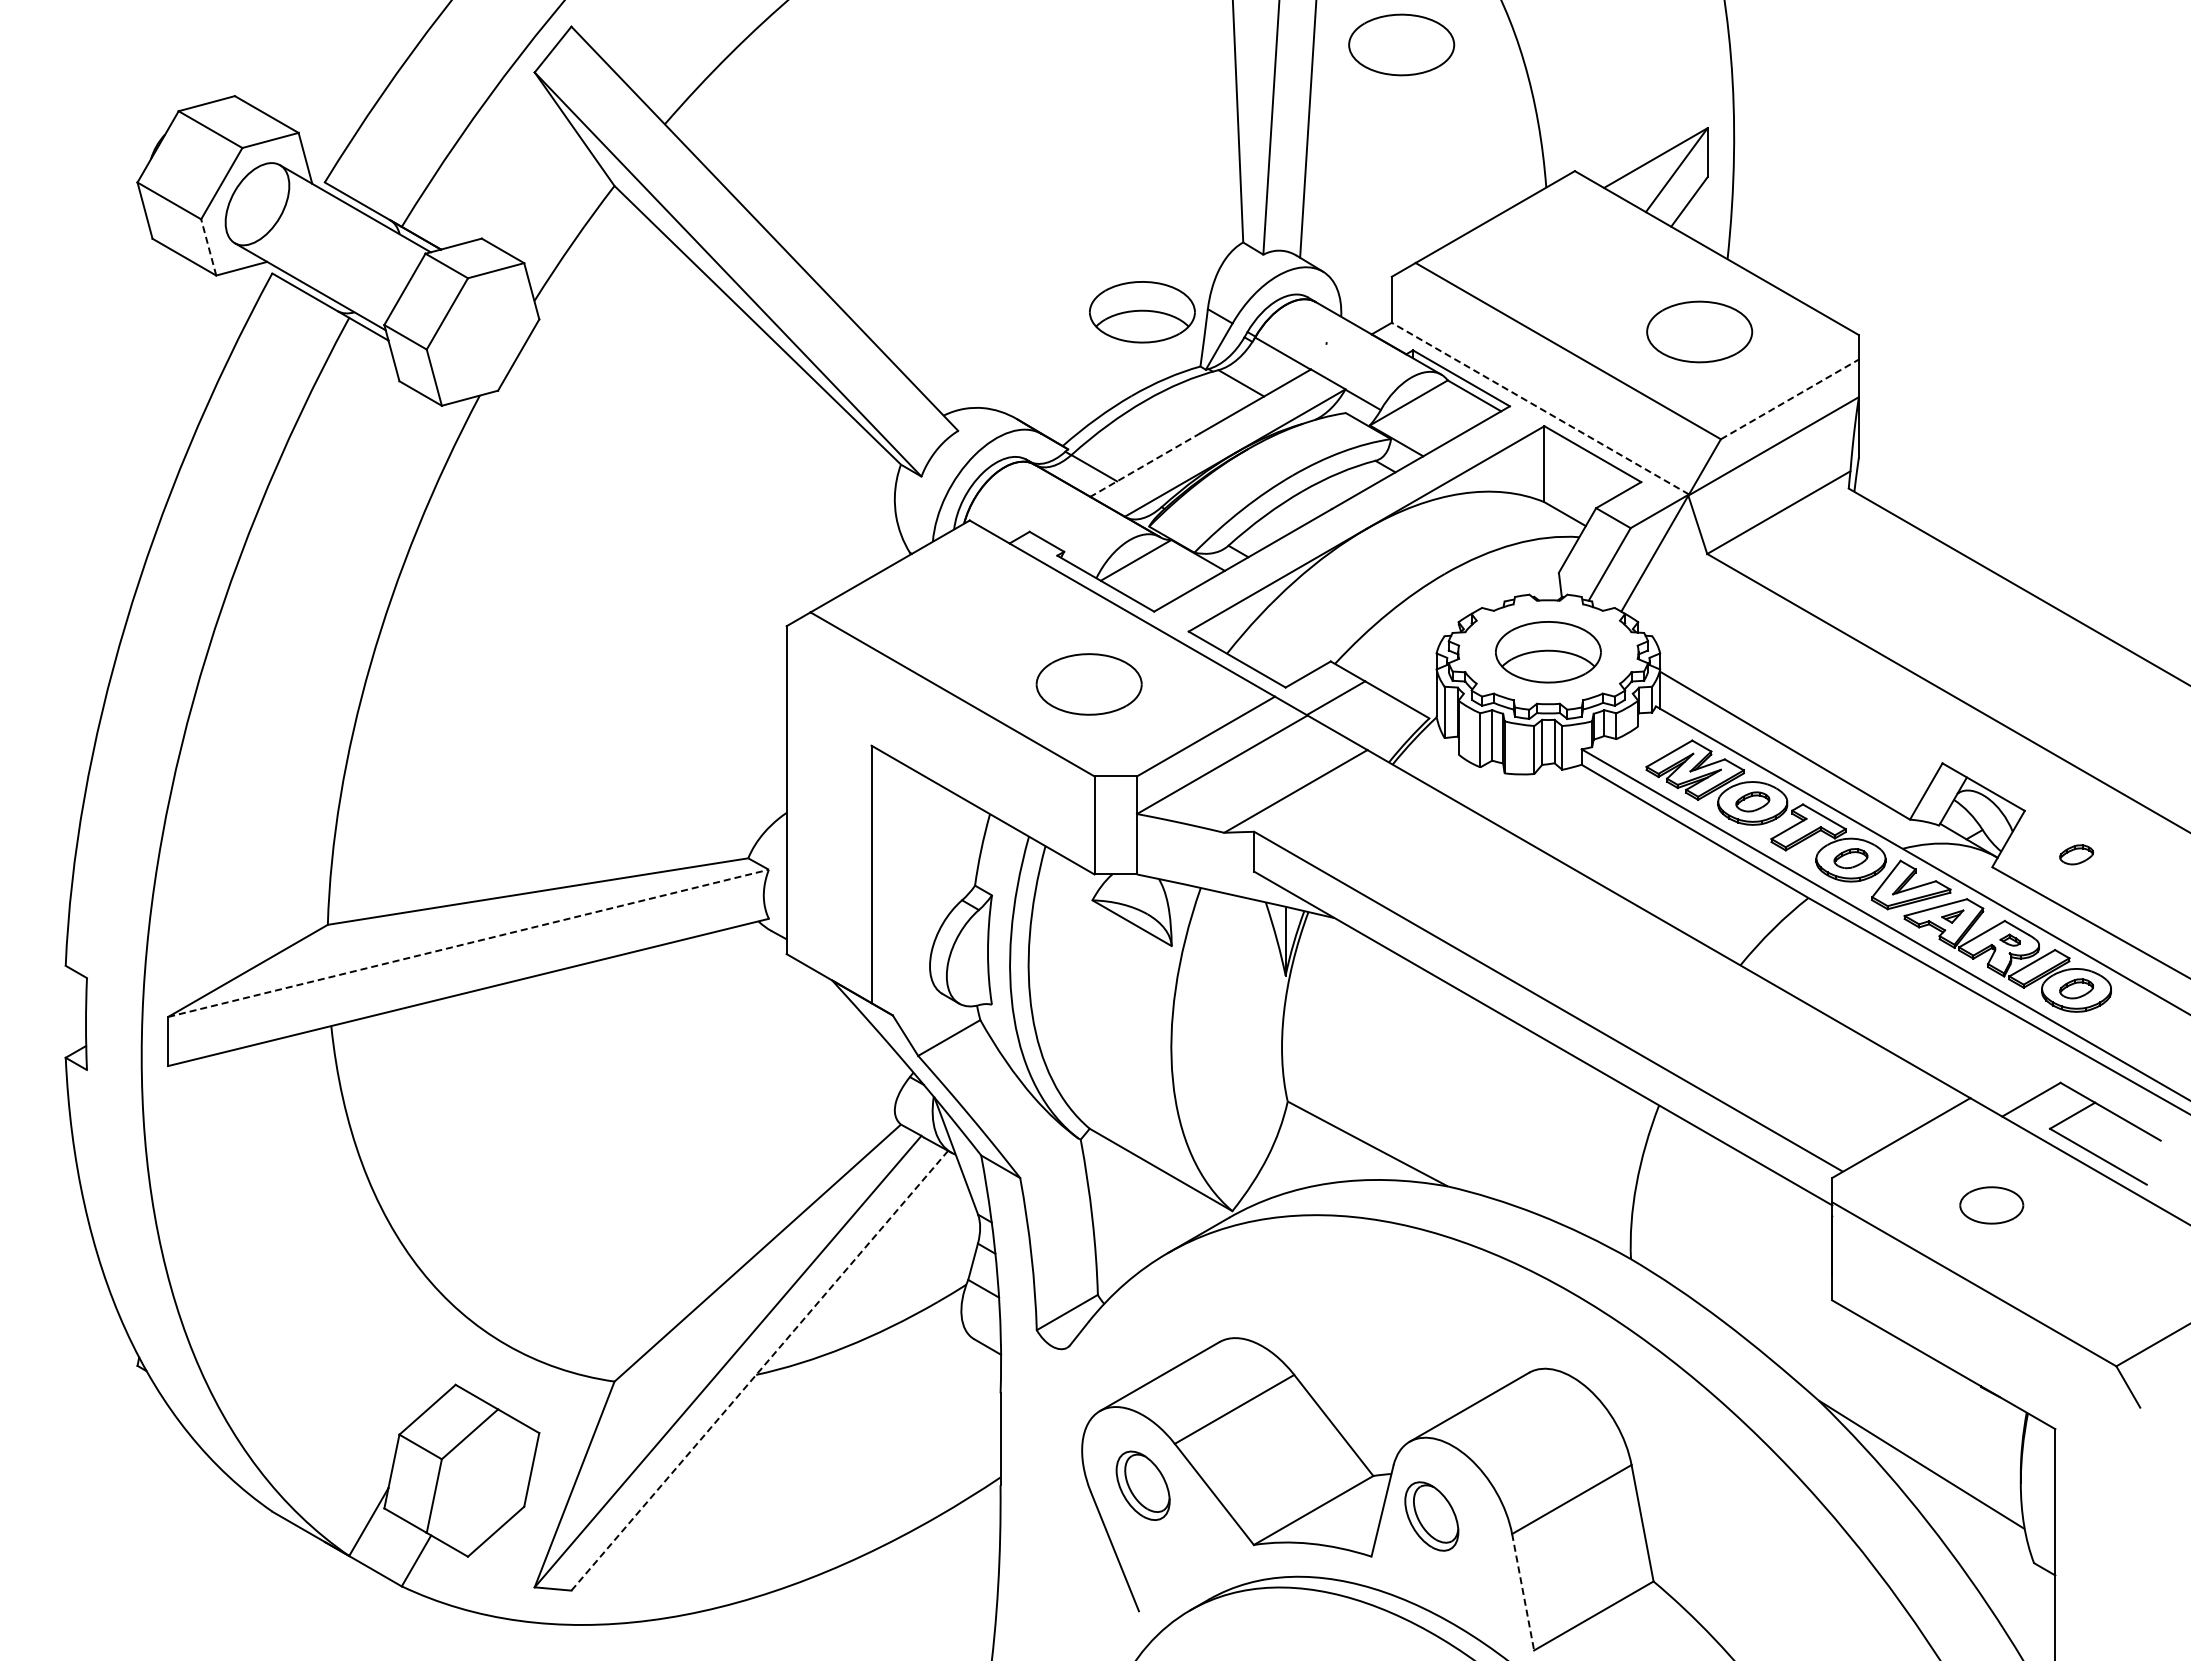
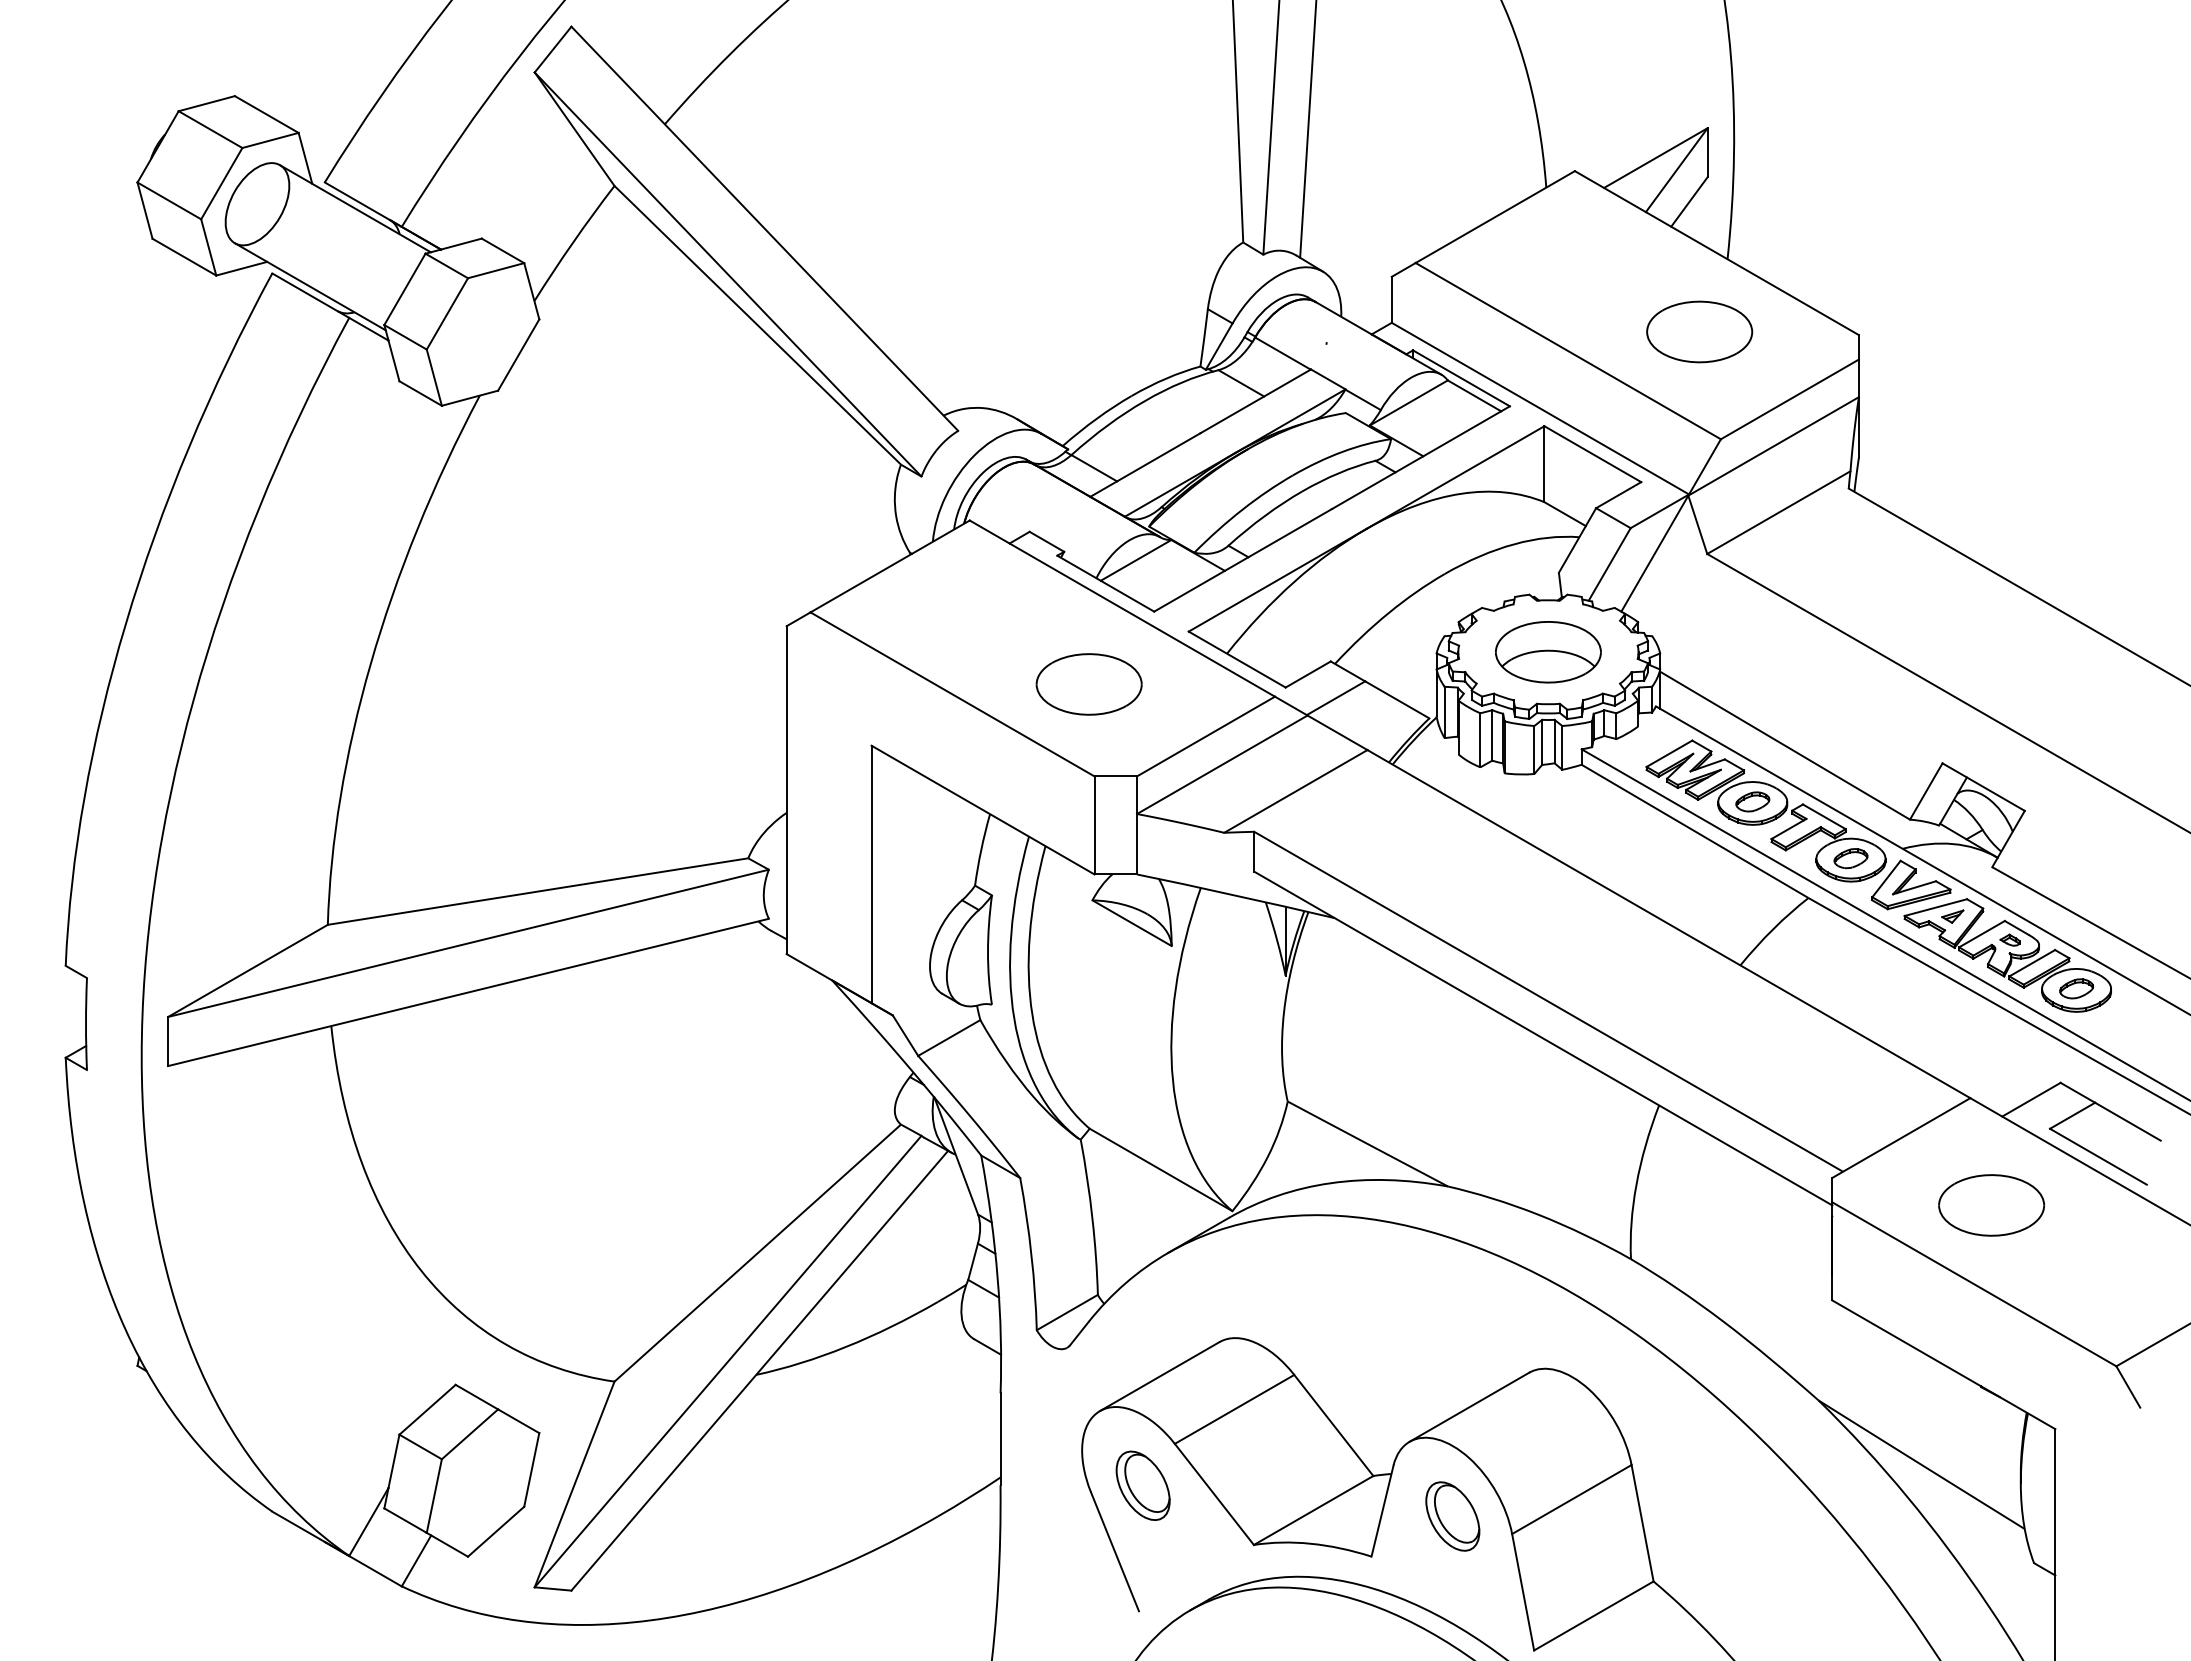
part at (1401, 44): present -> none
line at (208, 246): dashed -> solid
part at (1142, 312): present -> none
line at (1789, 399): dashed -> solid
line at (1540, 408): dashed -> solid
line at (1145, 465): dashed -> solid
part at (2076, 854): present -> none
line at (469, 943): dashed -> solid
part at (1991, 1205) size: 66x39 px -> 108x63 px
line at (759, 1370): dashed -> solid
part at (1431, 1516) position: (1431, 1516) -> (1452, 1516)
line at (1523, 1592): dashed -> solid
